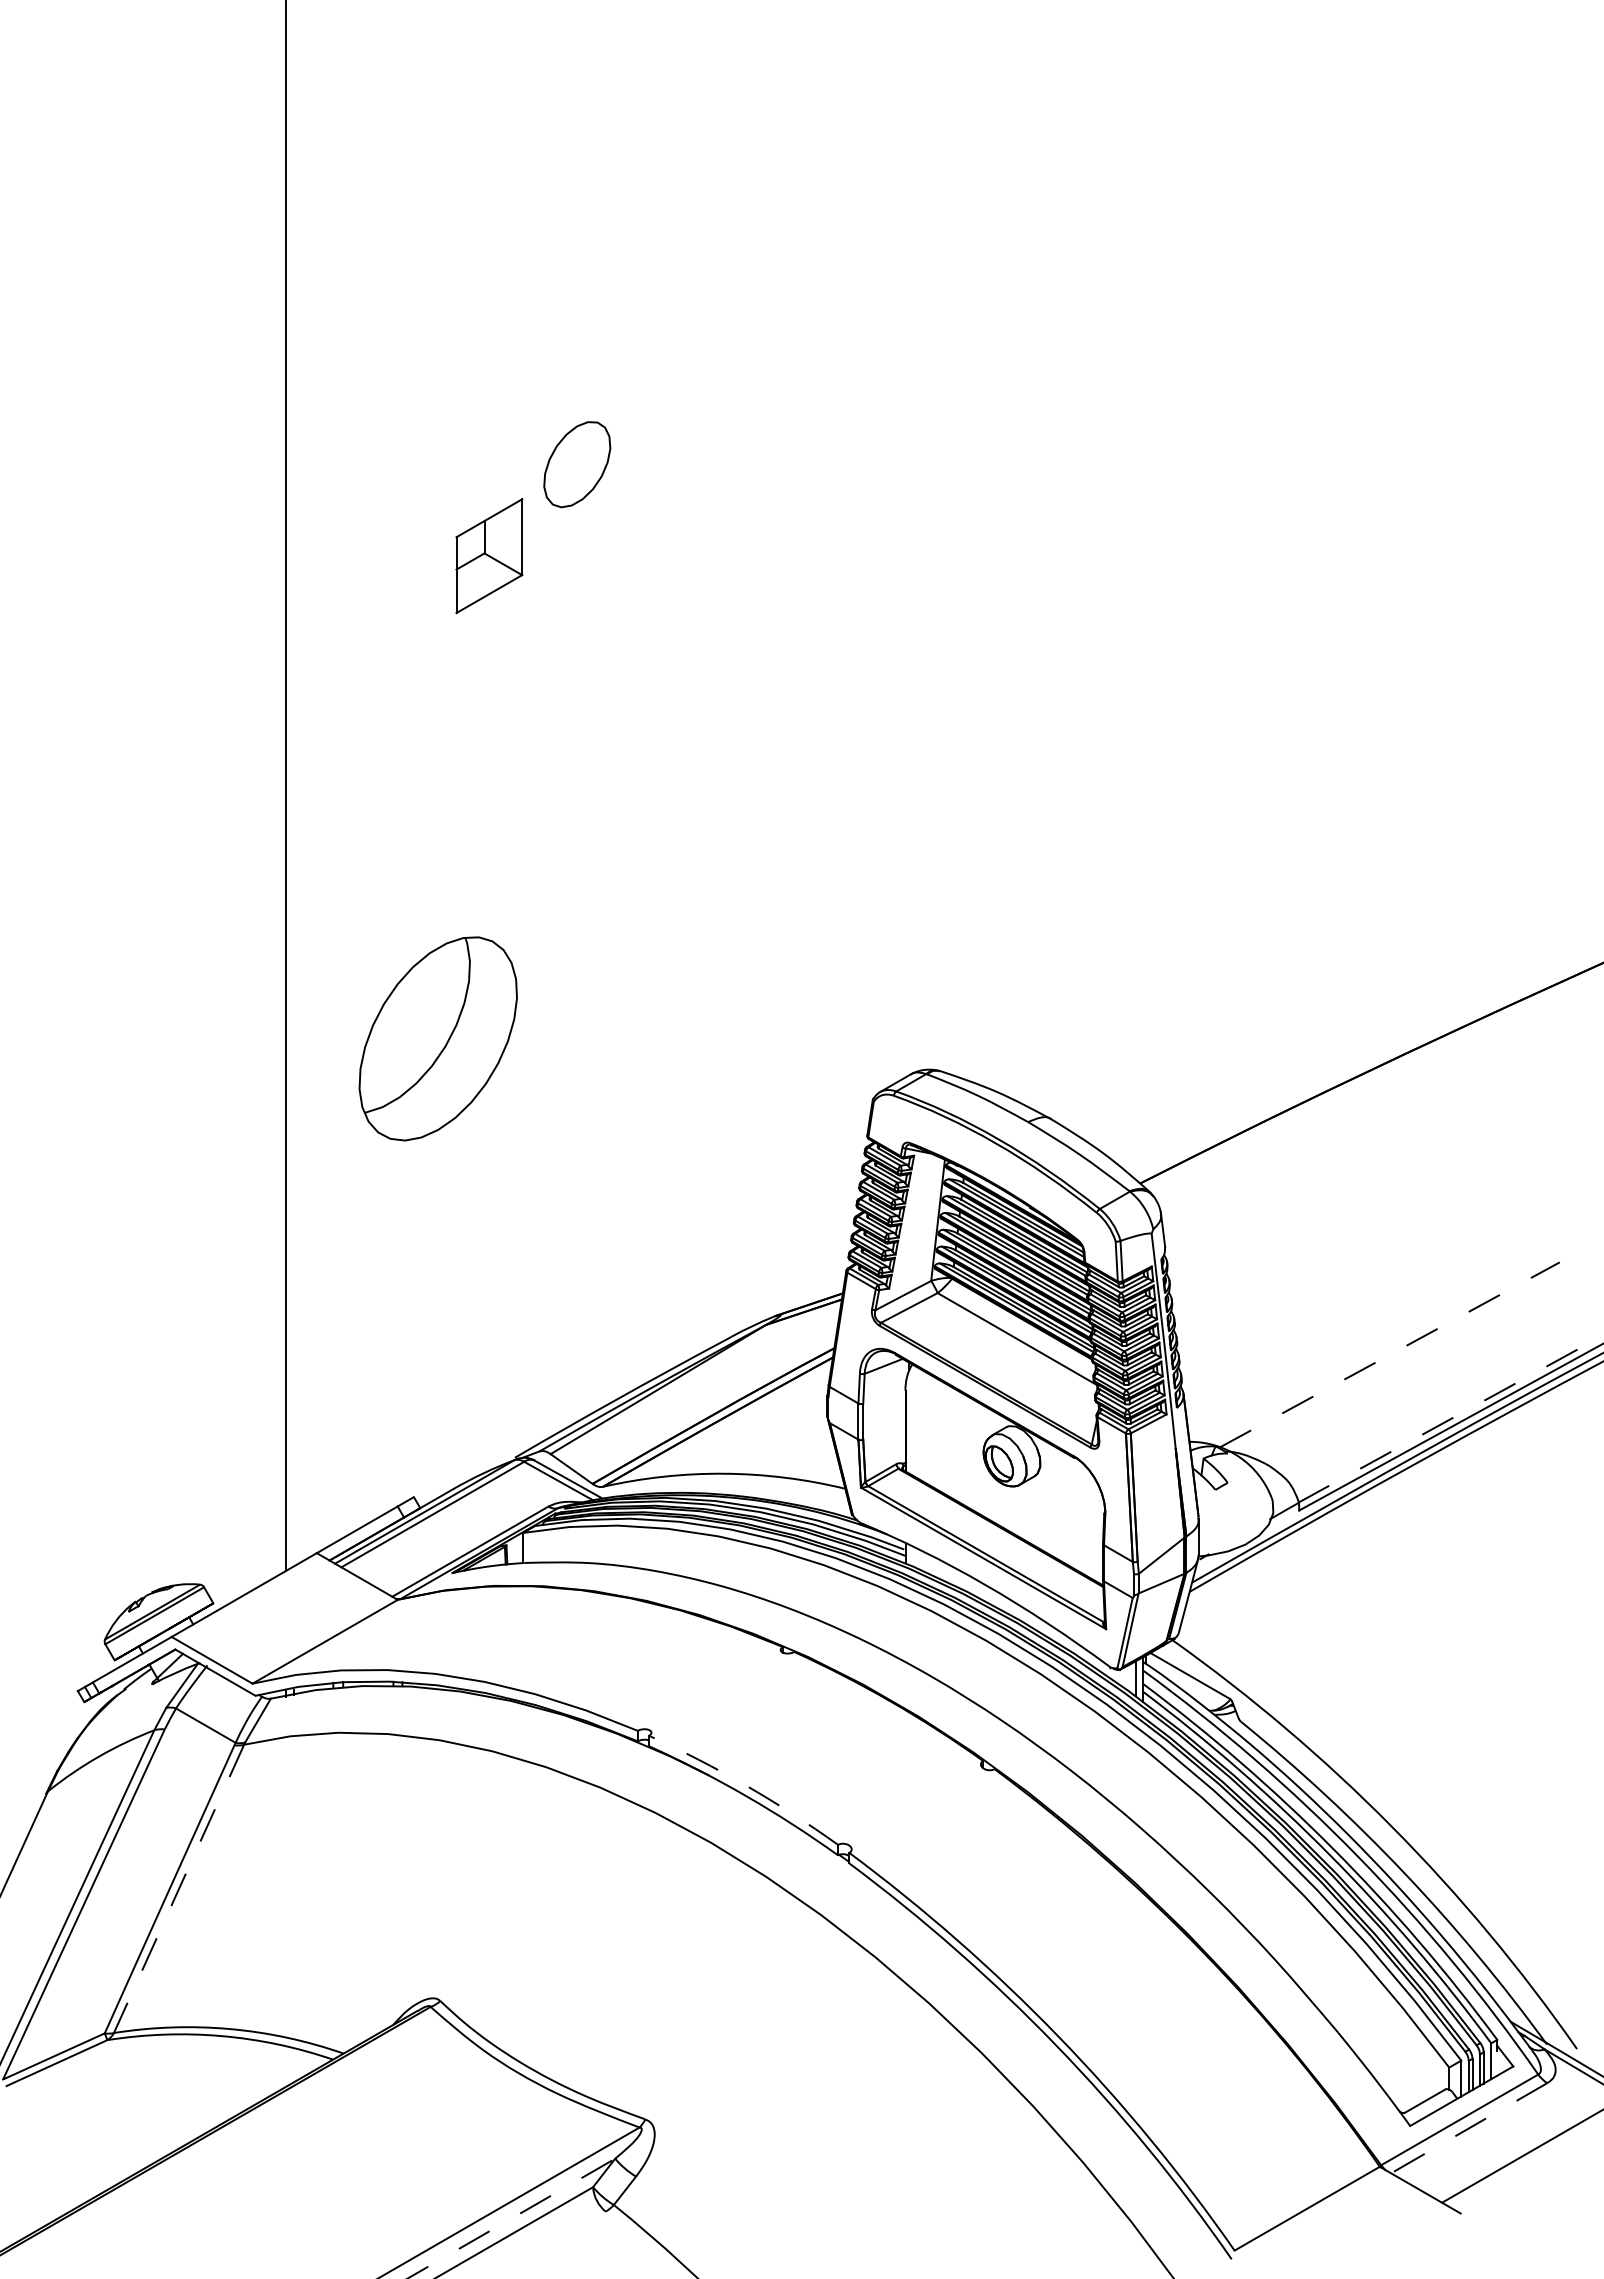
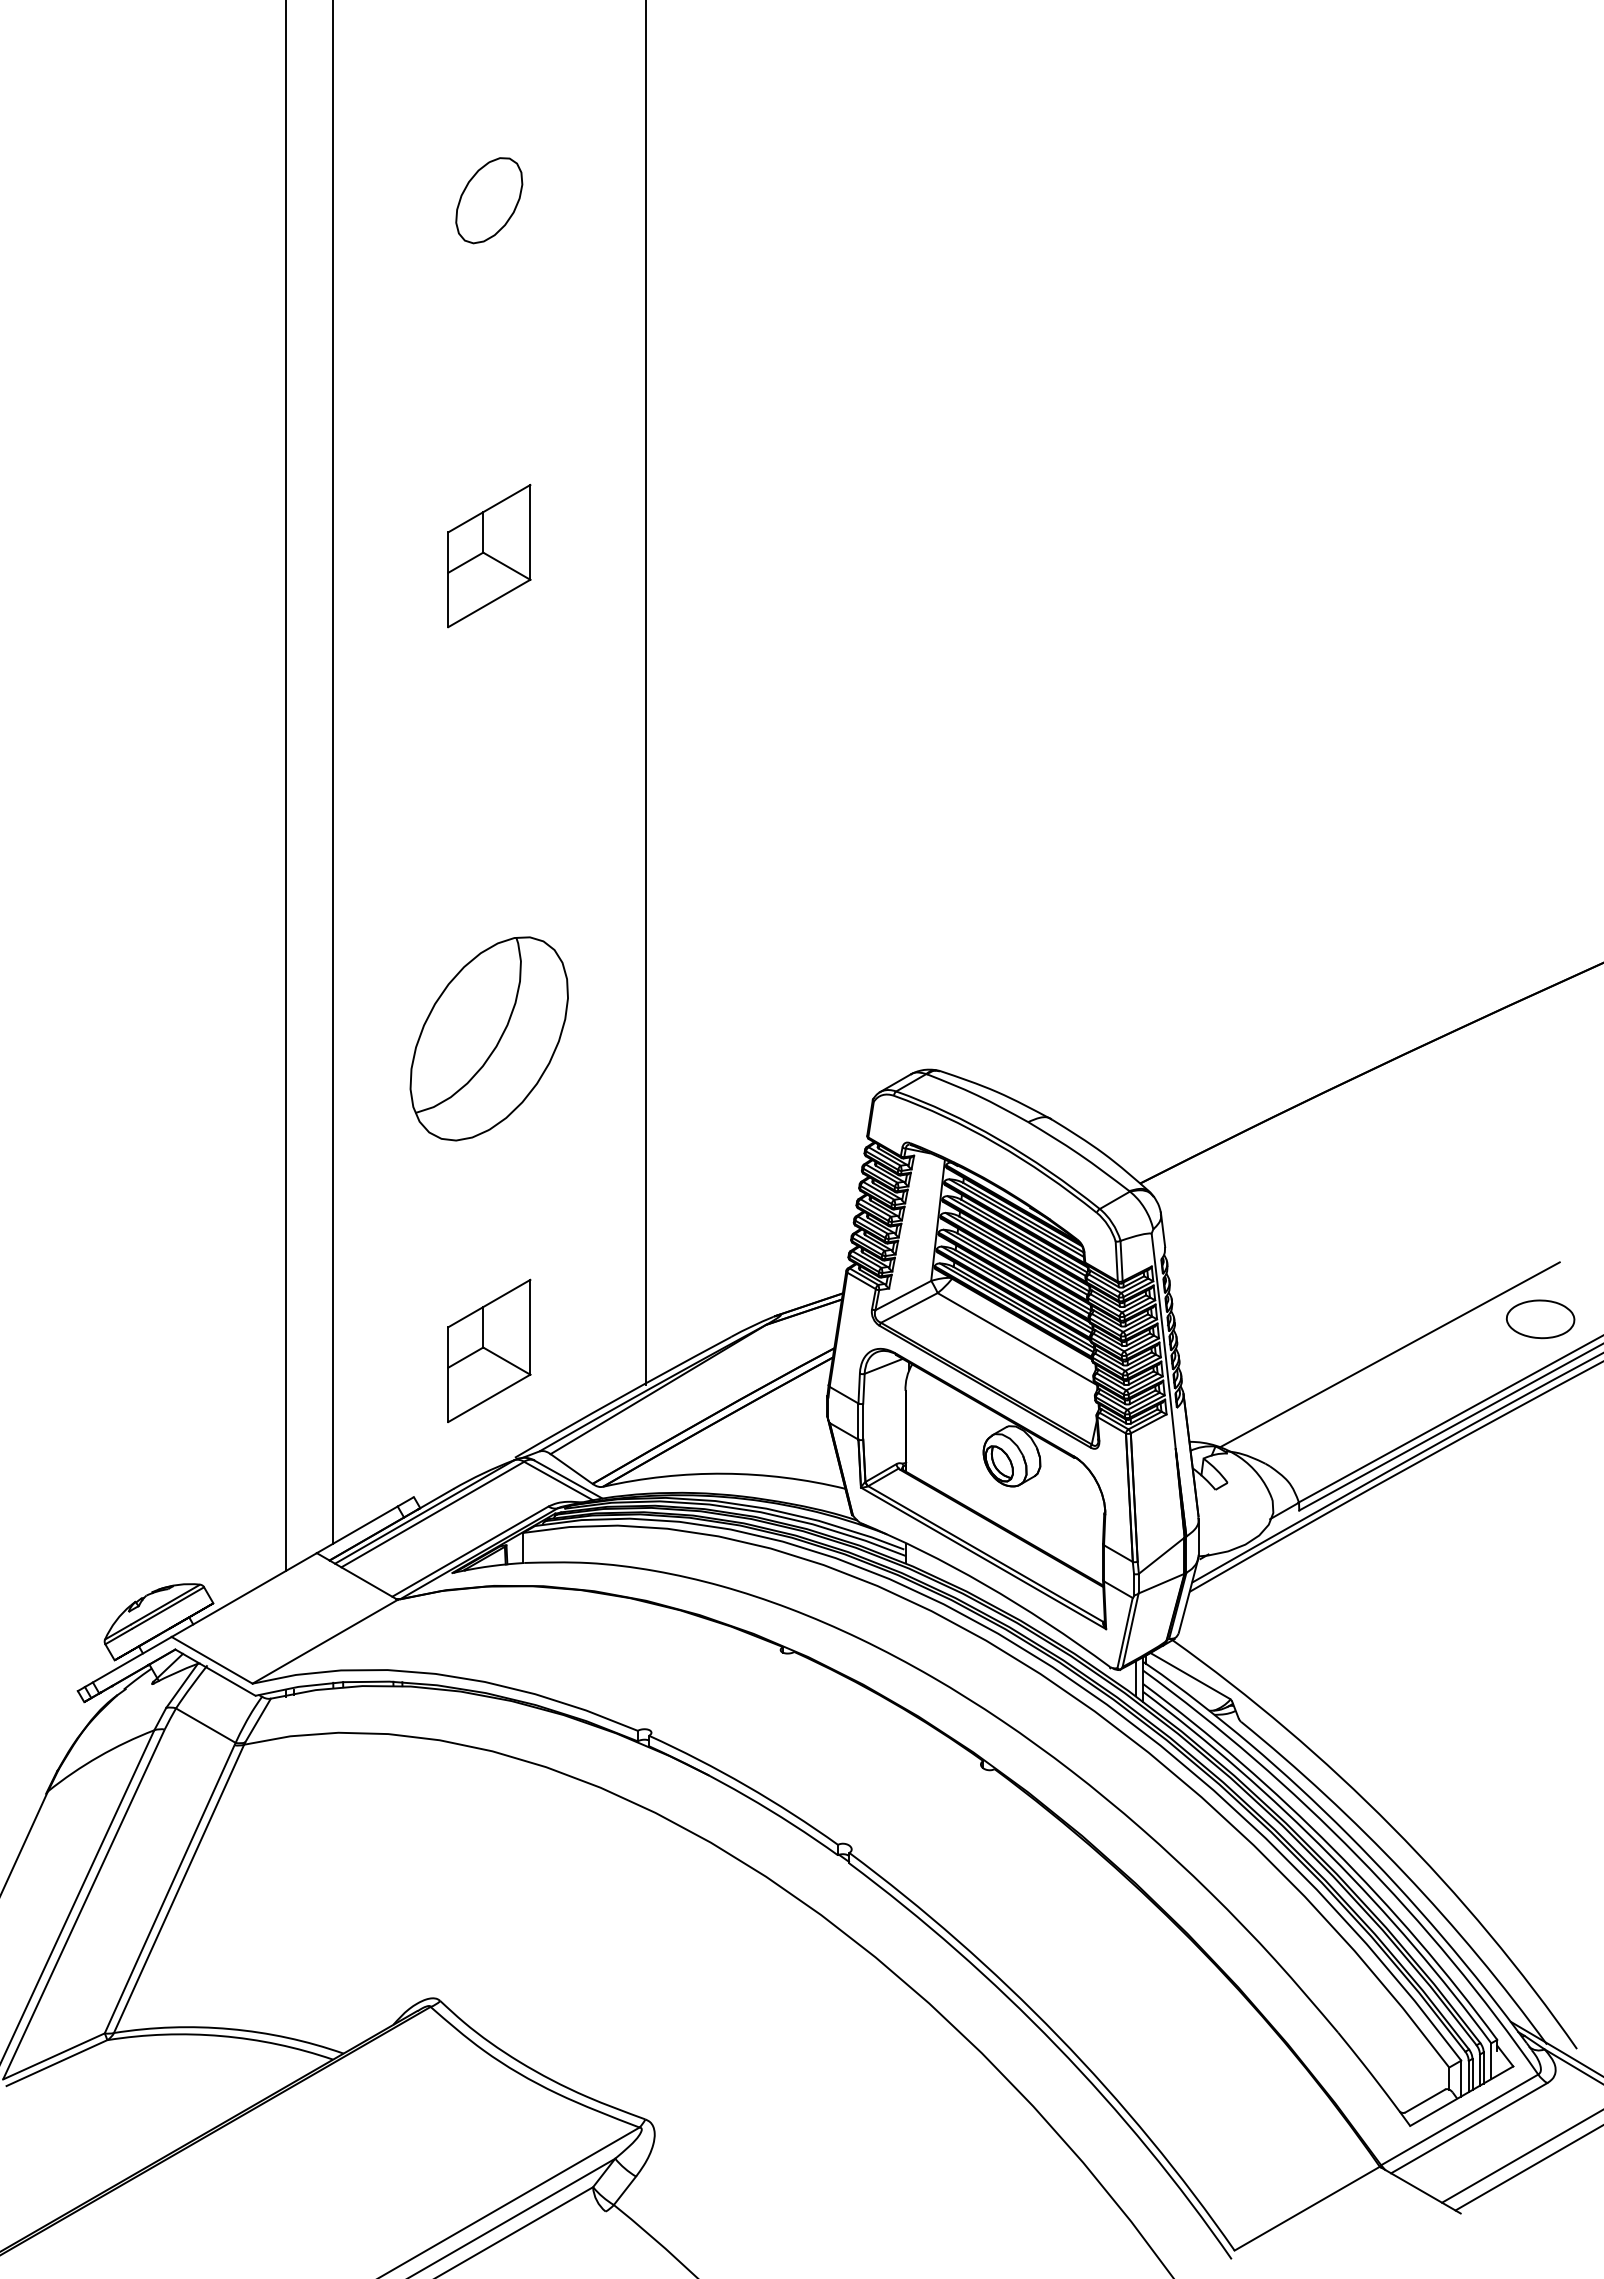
part at (577, 464) position: (577, 464) -> (489, 200)
part at (489, 556) size: 69x117 px -> 85x145 px
line at (645, 693): none -> present
line at (332, 772): none -> present
part at (437, 1038) position: (437, 1038) -> (488, 1038)
part at (1540, 1319): none -> present
part at (489, 1350): none -> present
line at (1390, 1354): dashed -> solid
line at (1451, 1418): dashed -> solid
arc at (746, 1785): dashed -> solid
line at (178, 1889): dashed -> solid
line at (1468, 2128): dashed -> solid
line at (1527, 2168): none -> present
line at (511, 2218): dashed -> solid
